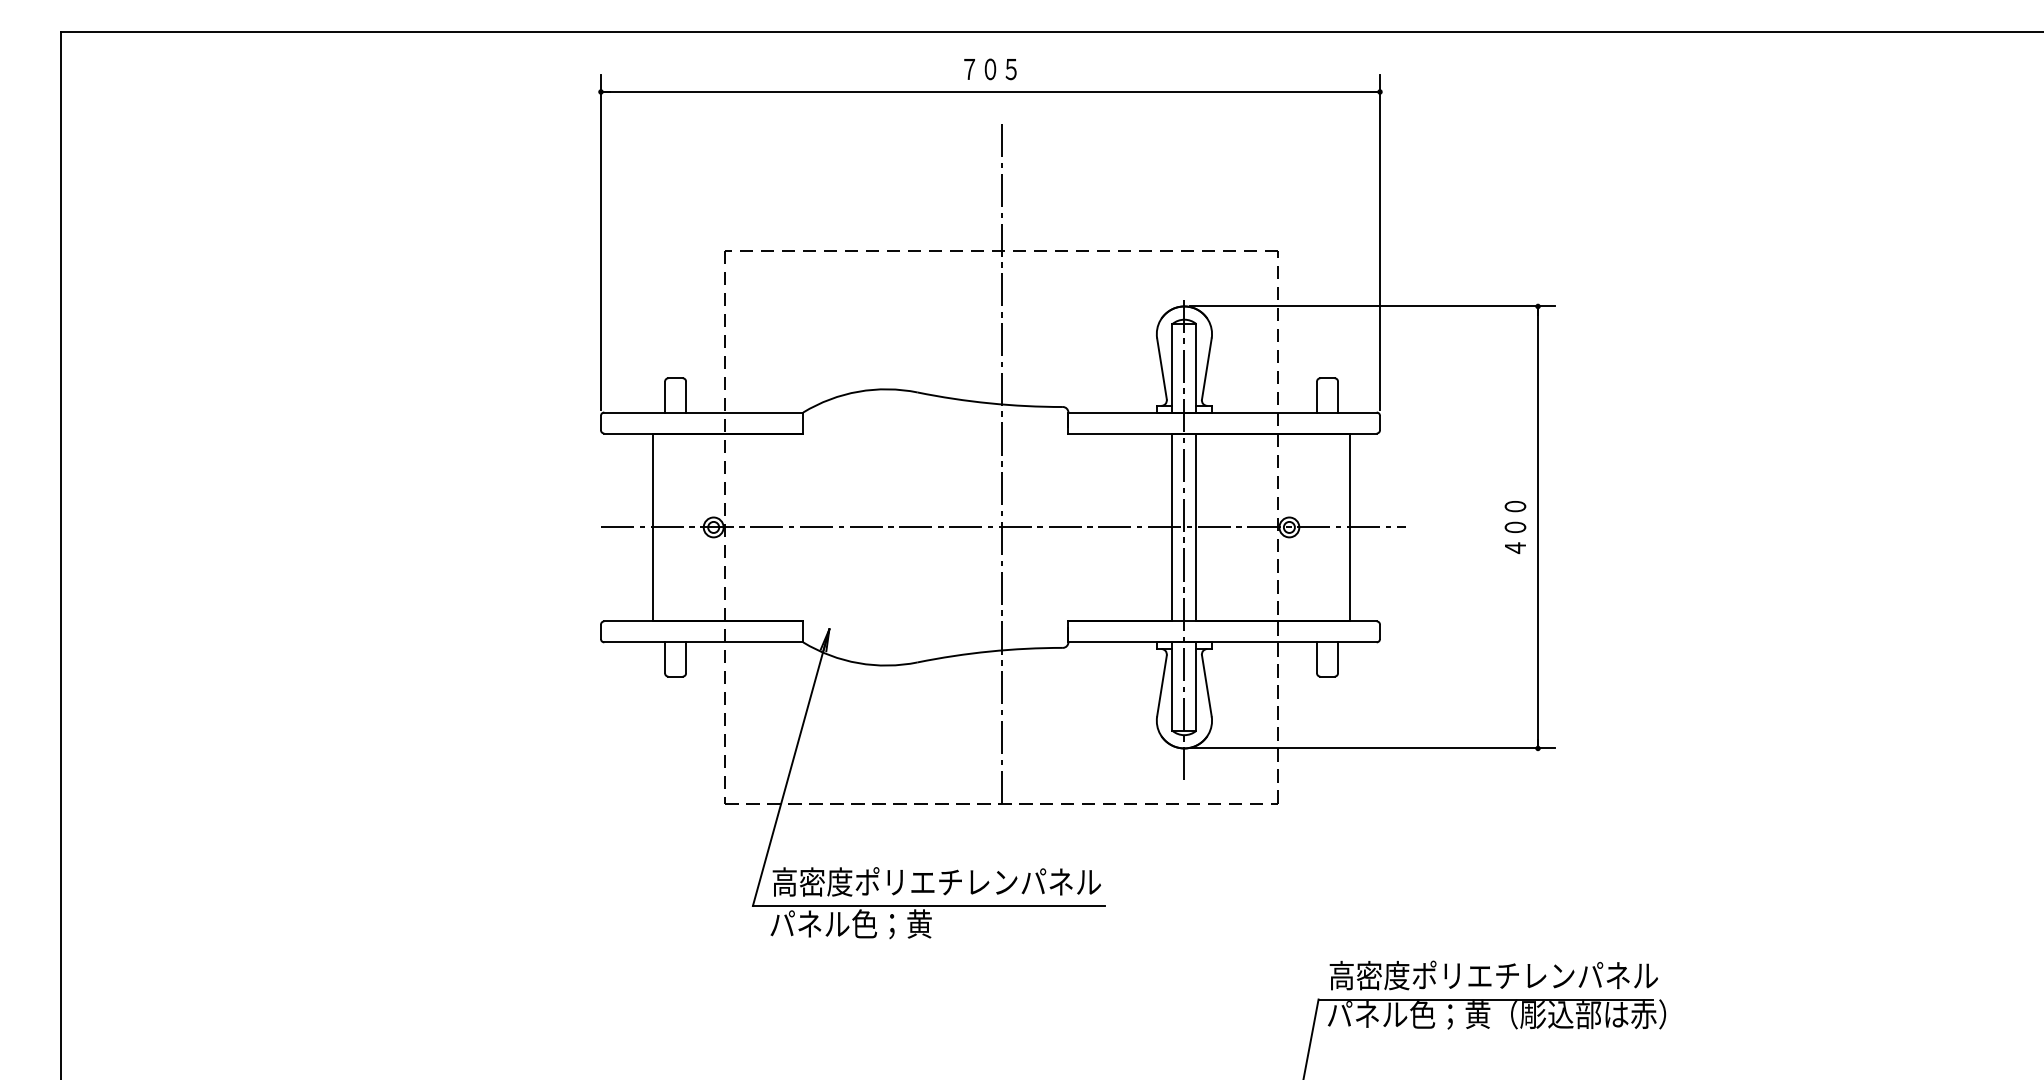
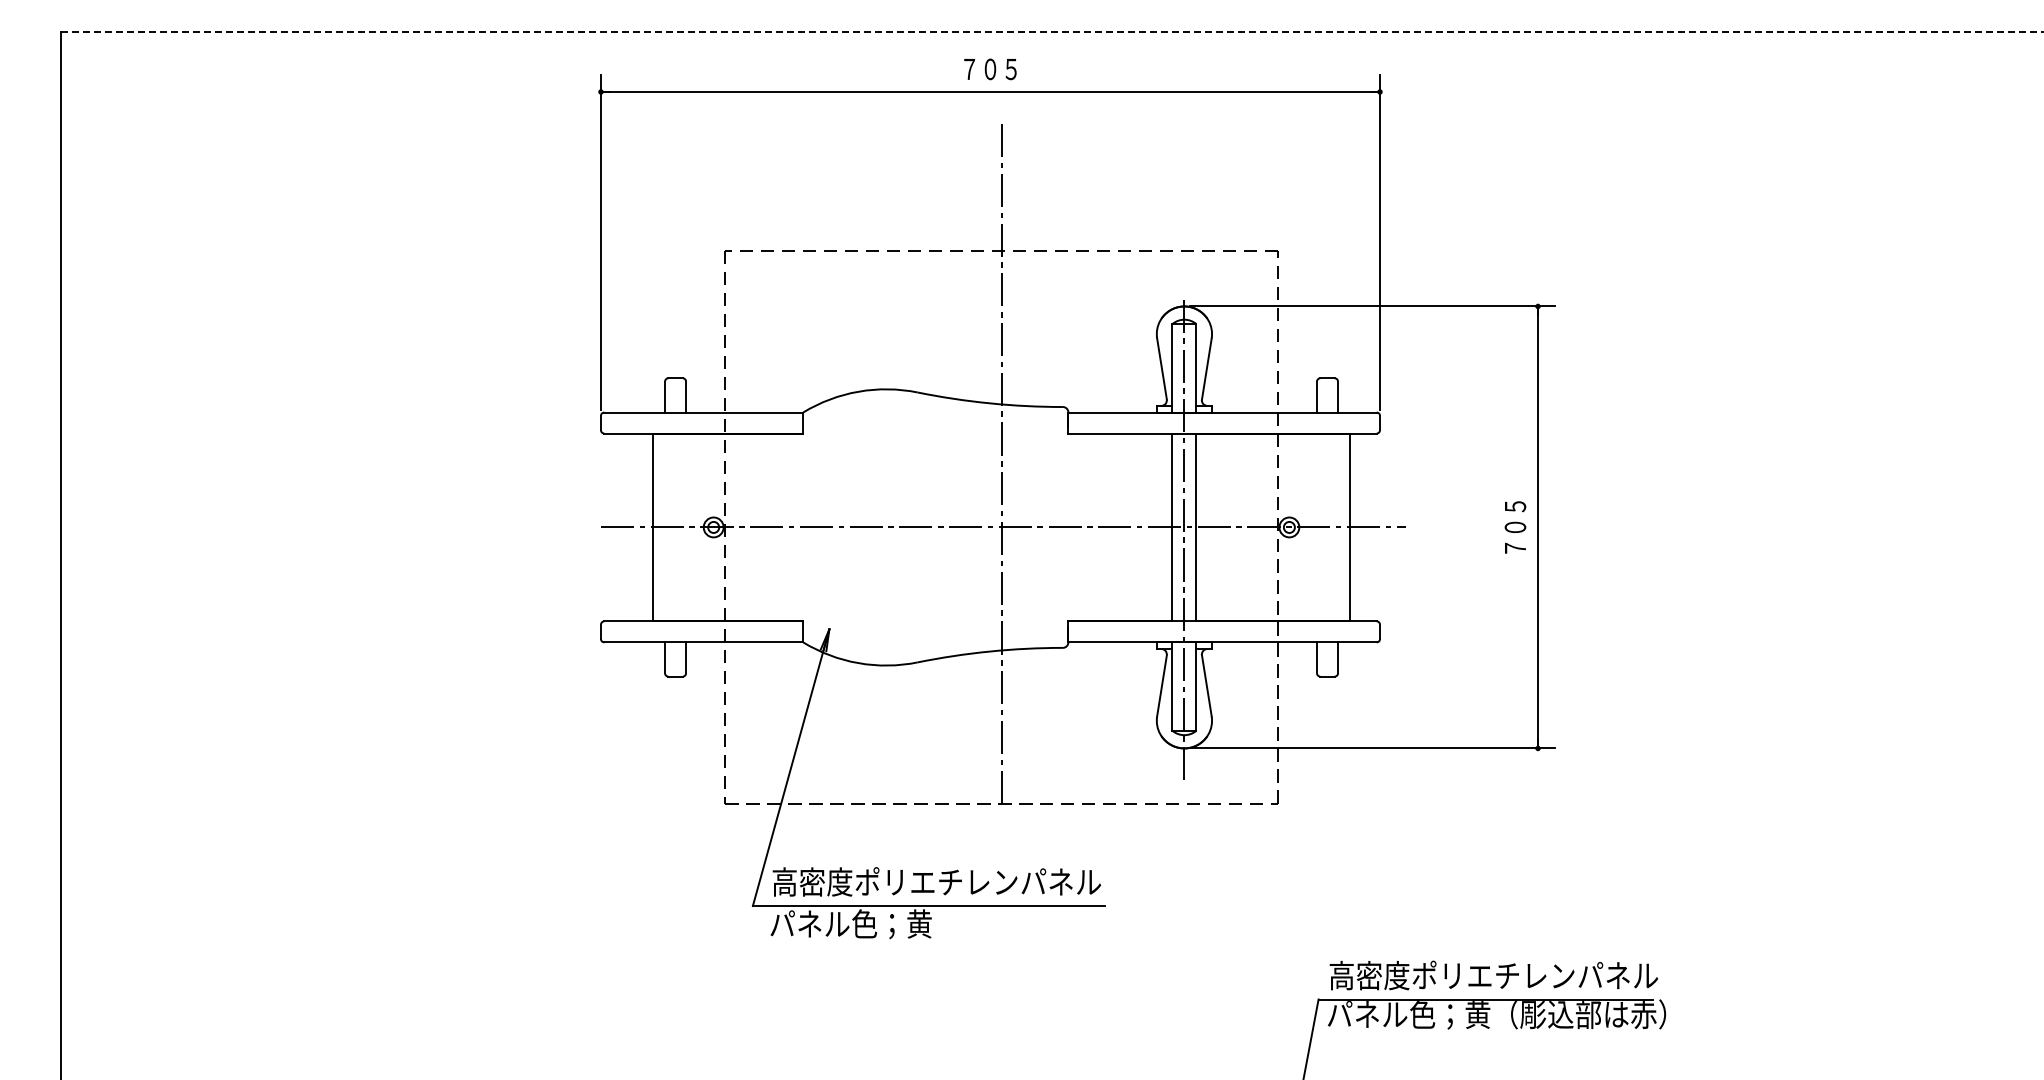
line at (1053, 32): solid -> dashed
text at (1514, 527): ４００ -> ７０５
